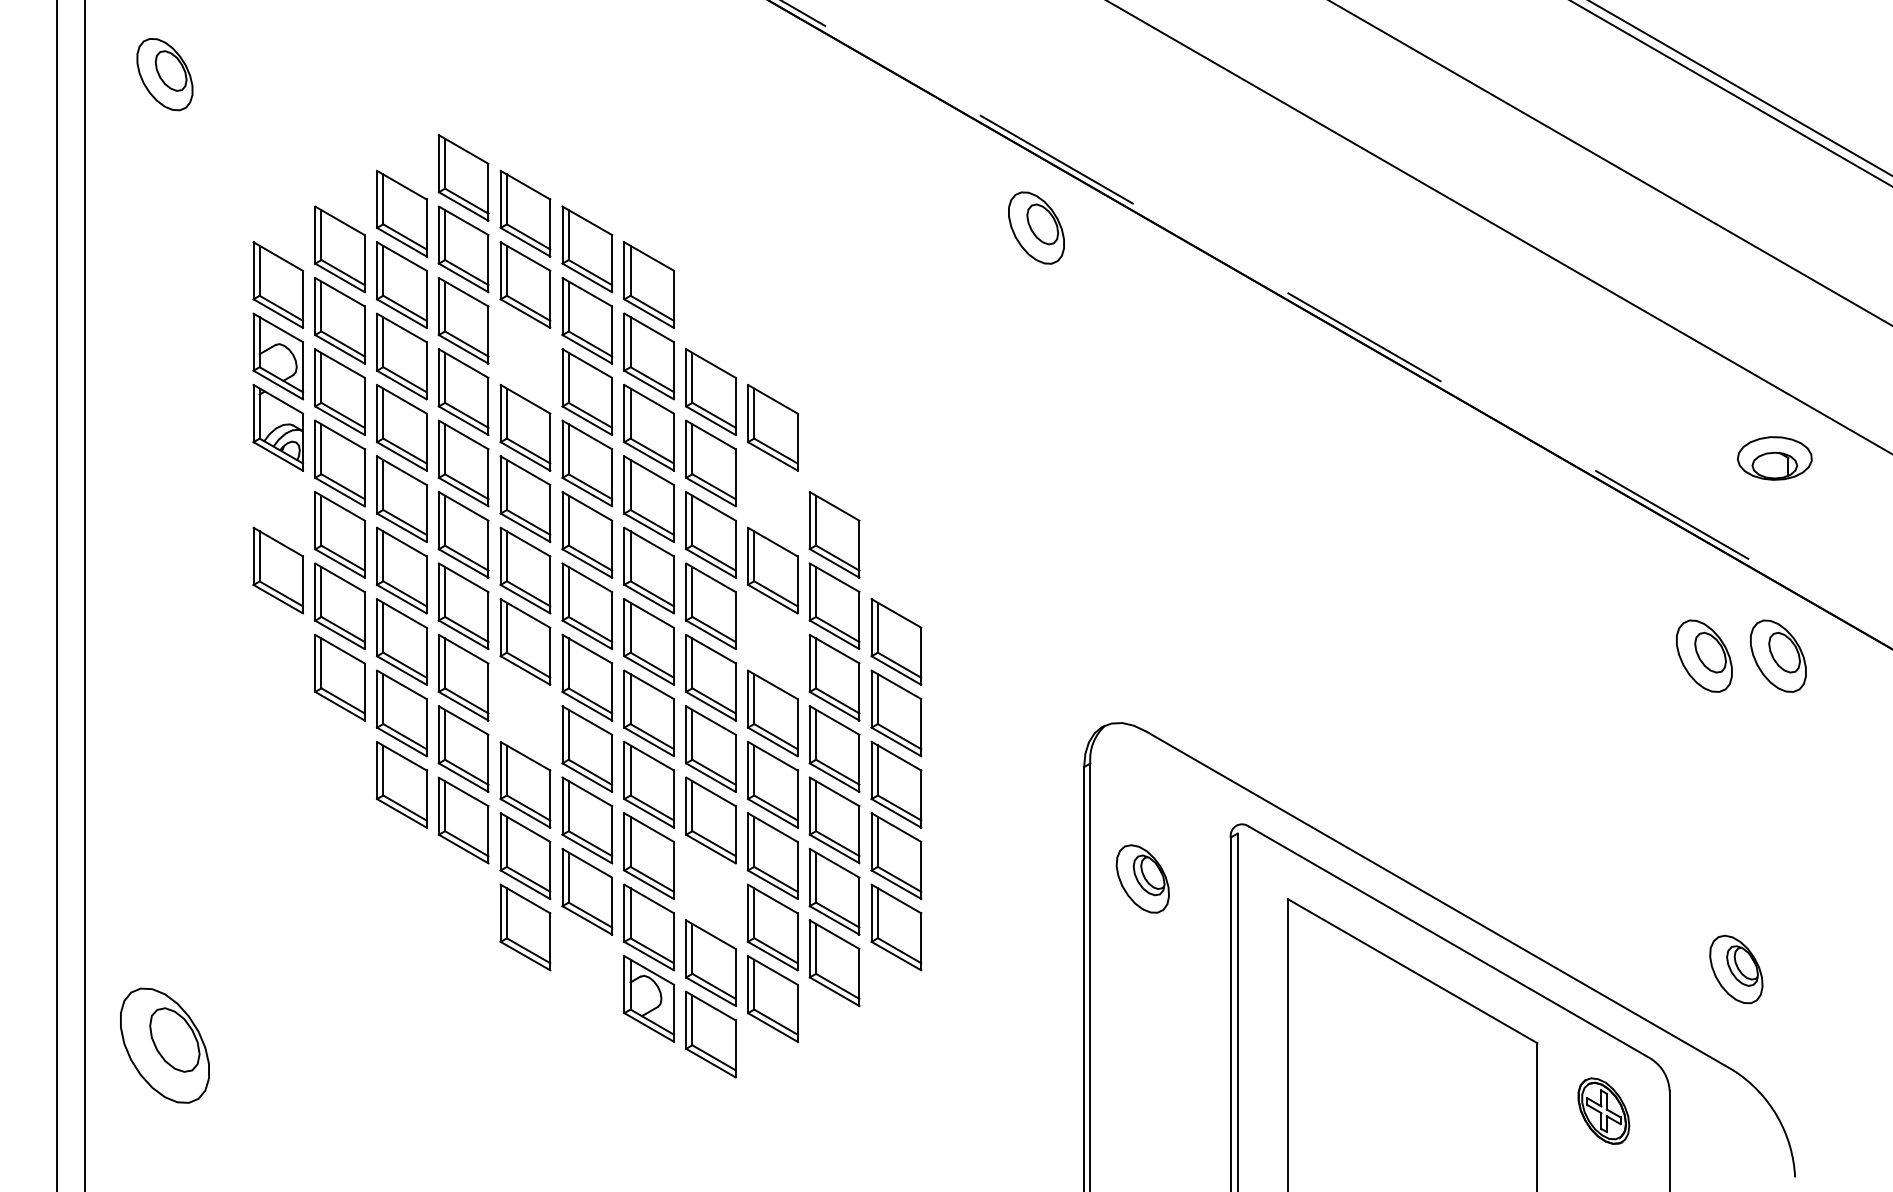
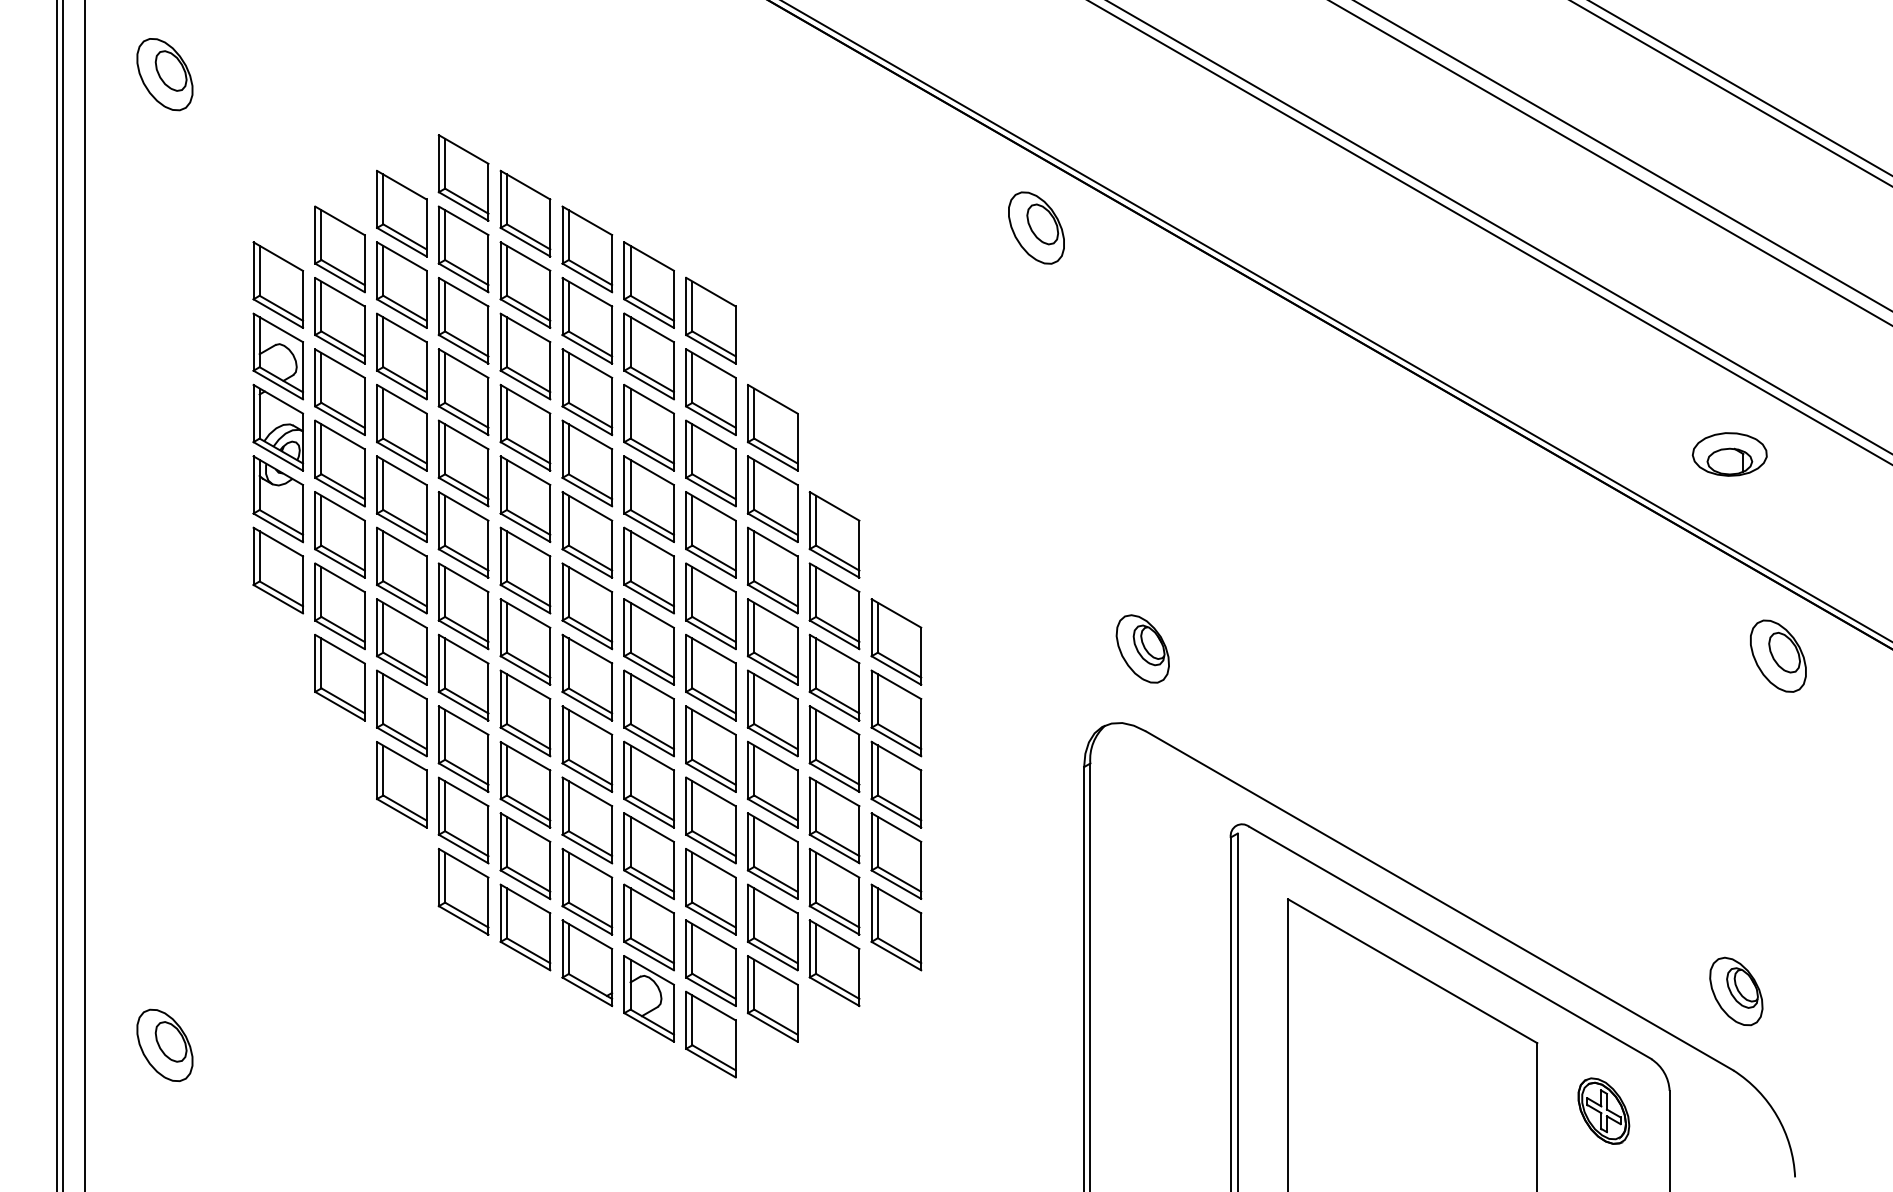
line at (1622, 155): none -> present
line at (1490, 232): none -> present
part at (710, 320): none -> present
line at (1336, 321): dashed -> solid
part at (525, 356): none -> present
part at (1774, 458) position: (1774, 458) -> (1729, 454)
part at (772, 498): none -> present
part at (277, 499): none -> present
line at (63, 595): none -> present
part at (772, 641): none -> present
part at (1704, 655): present -> none
part at (525, 713): none -> present
part at (1142, 878) position: (1142, 878) -> (1142, 648)
part at (463, 891): none -> present
part at (710, 891): none -> present
part at (587, 963): none -> present
part at (1736, 969) position: (1736, 969) -> (1736, 991)
part at (164, 1045) size: 90x117 px -> 58x74 px
